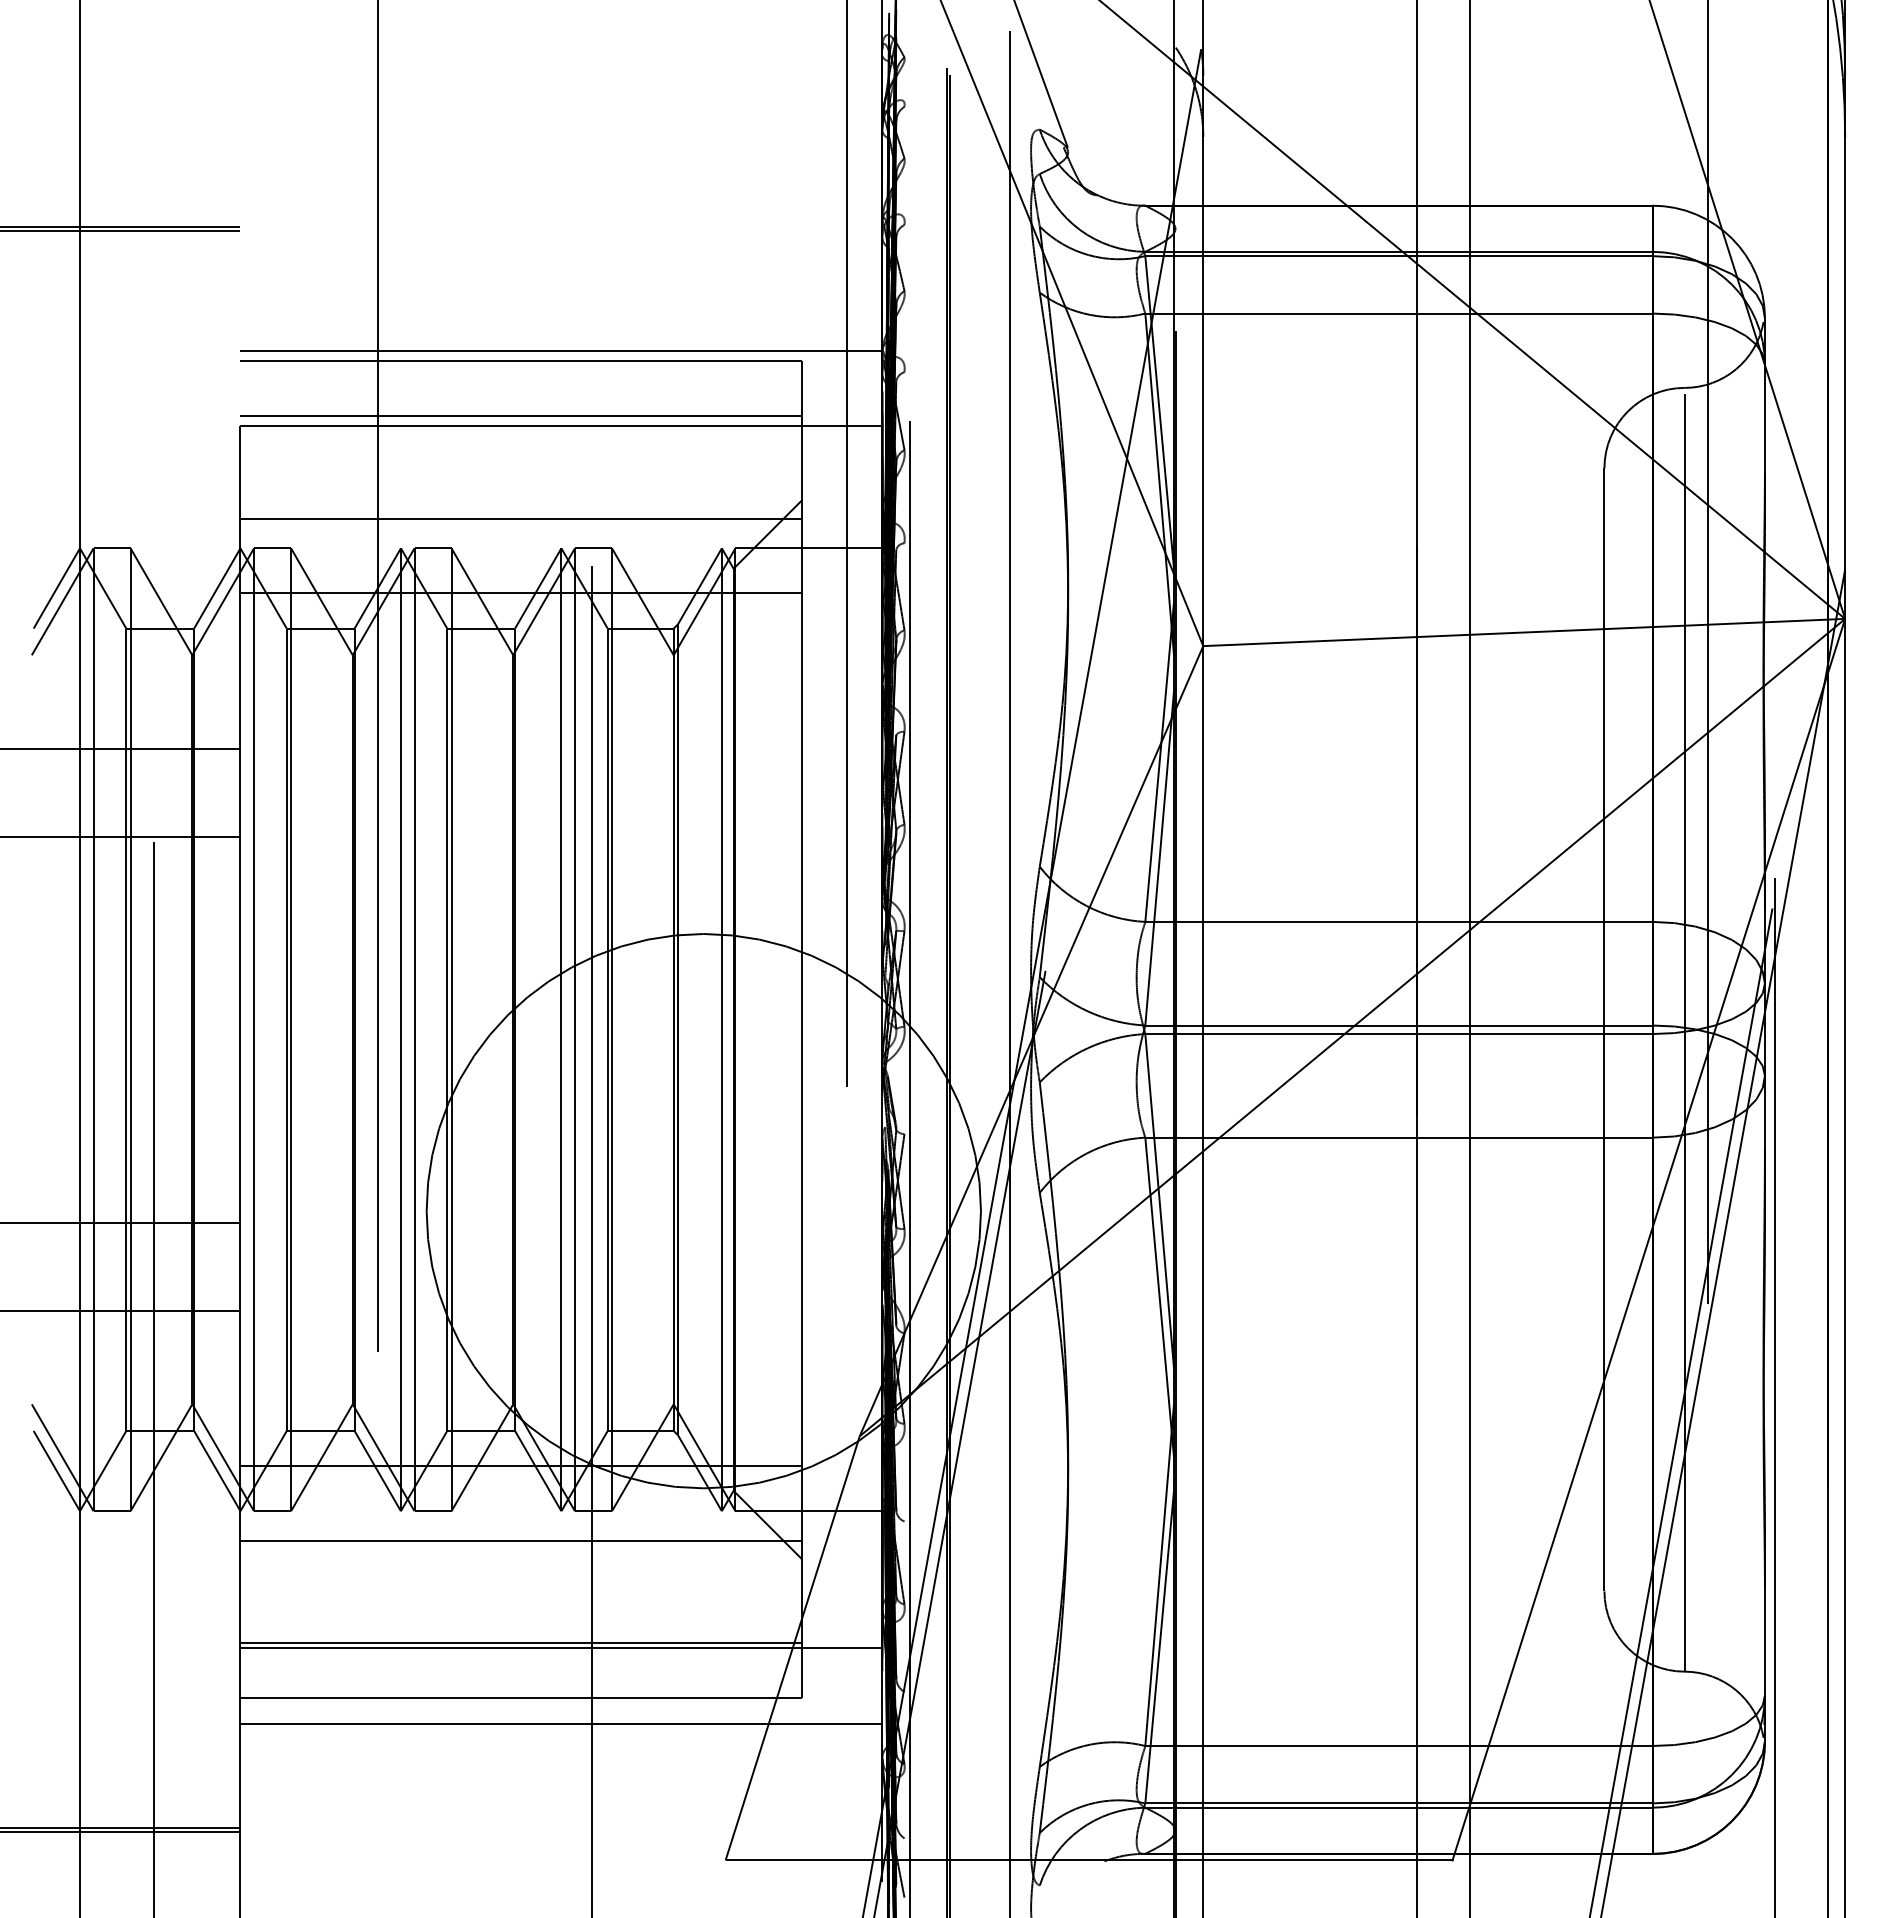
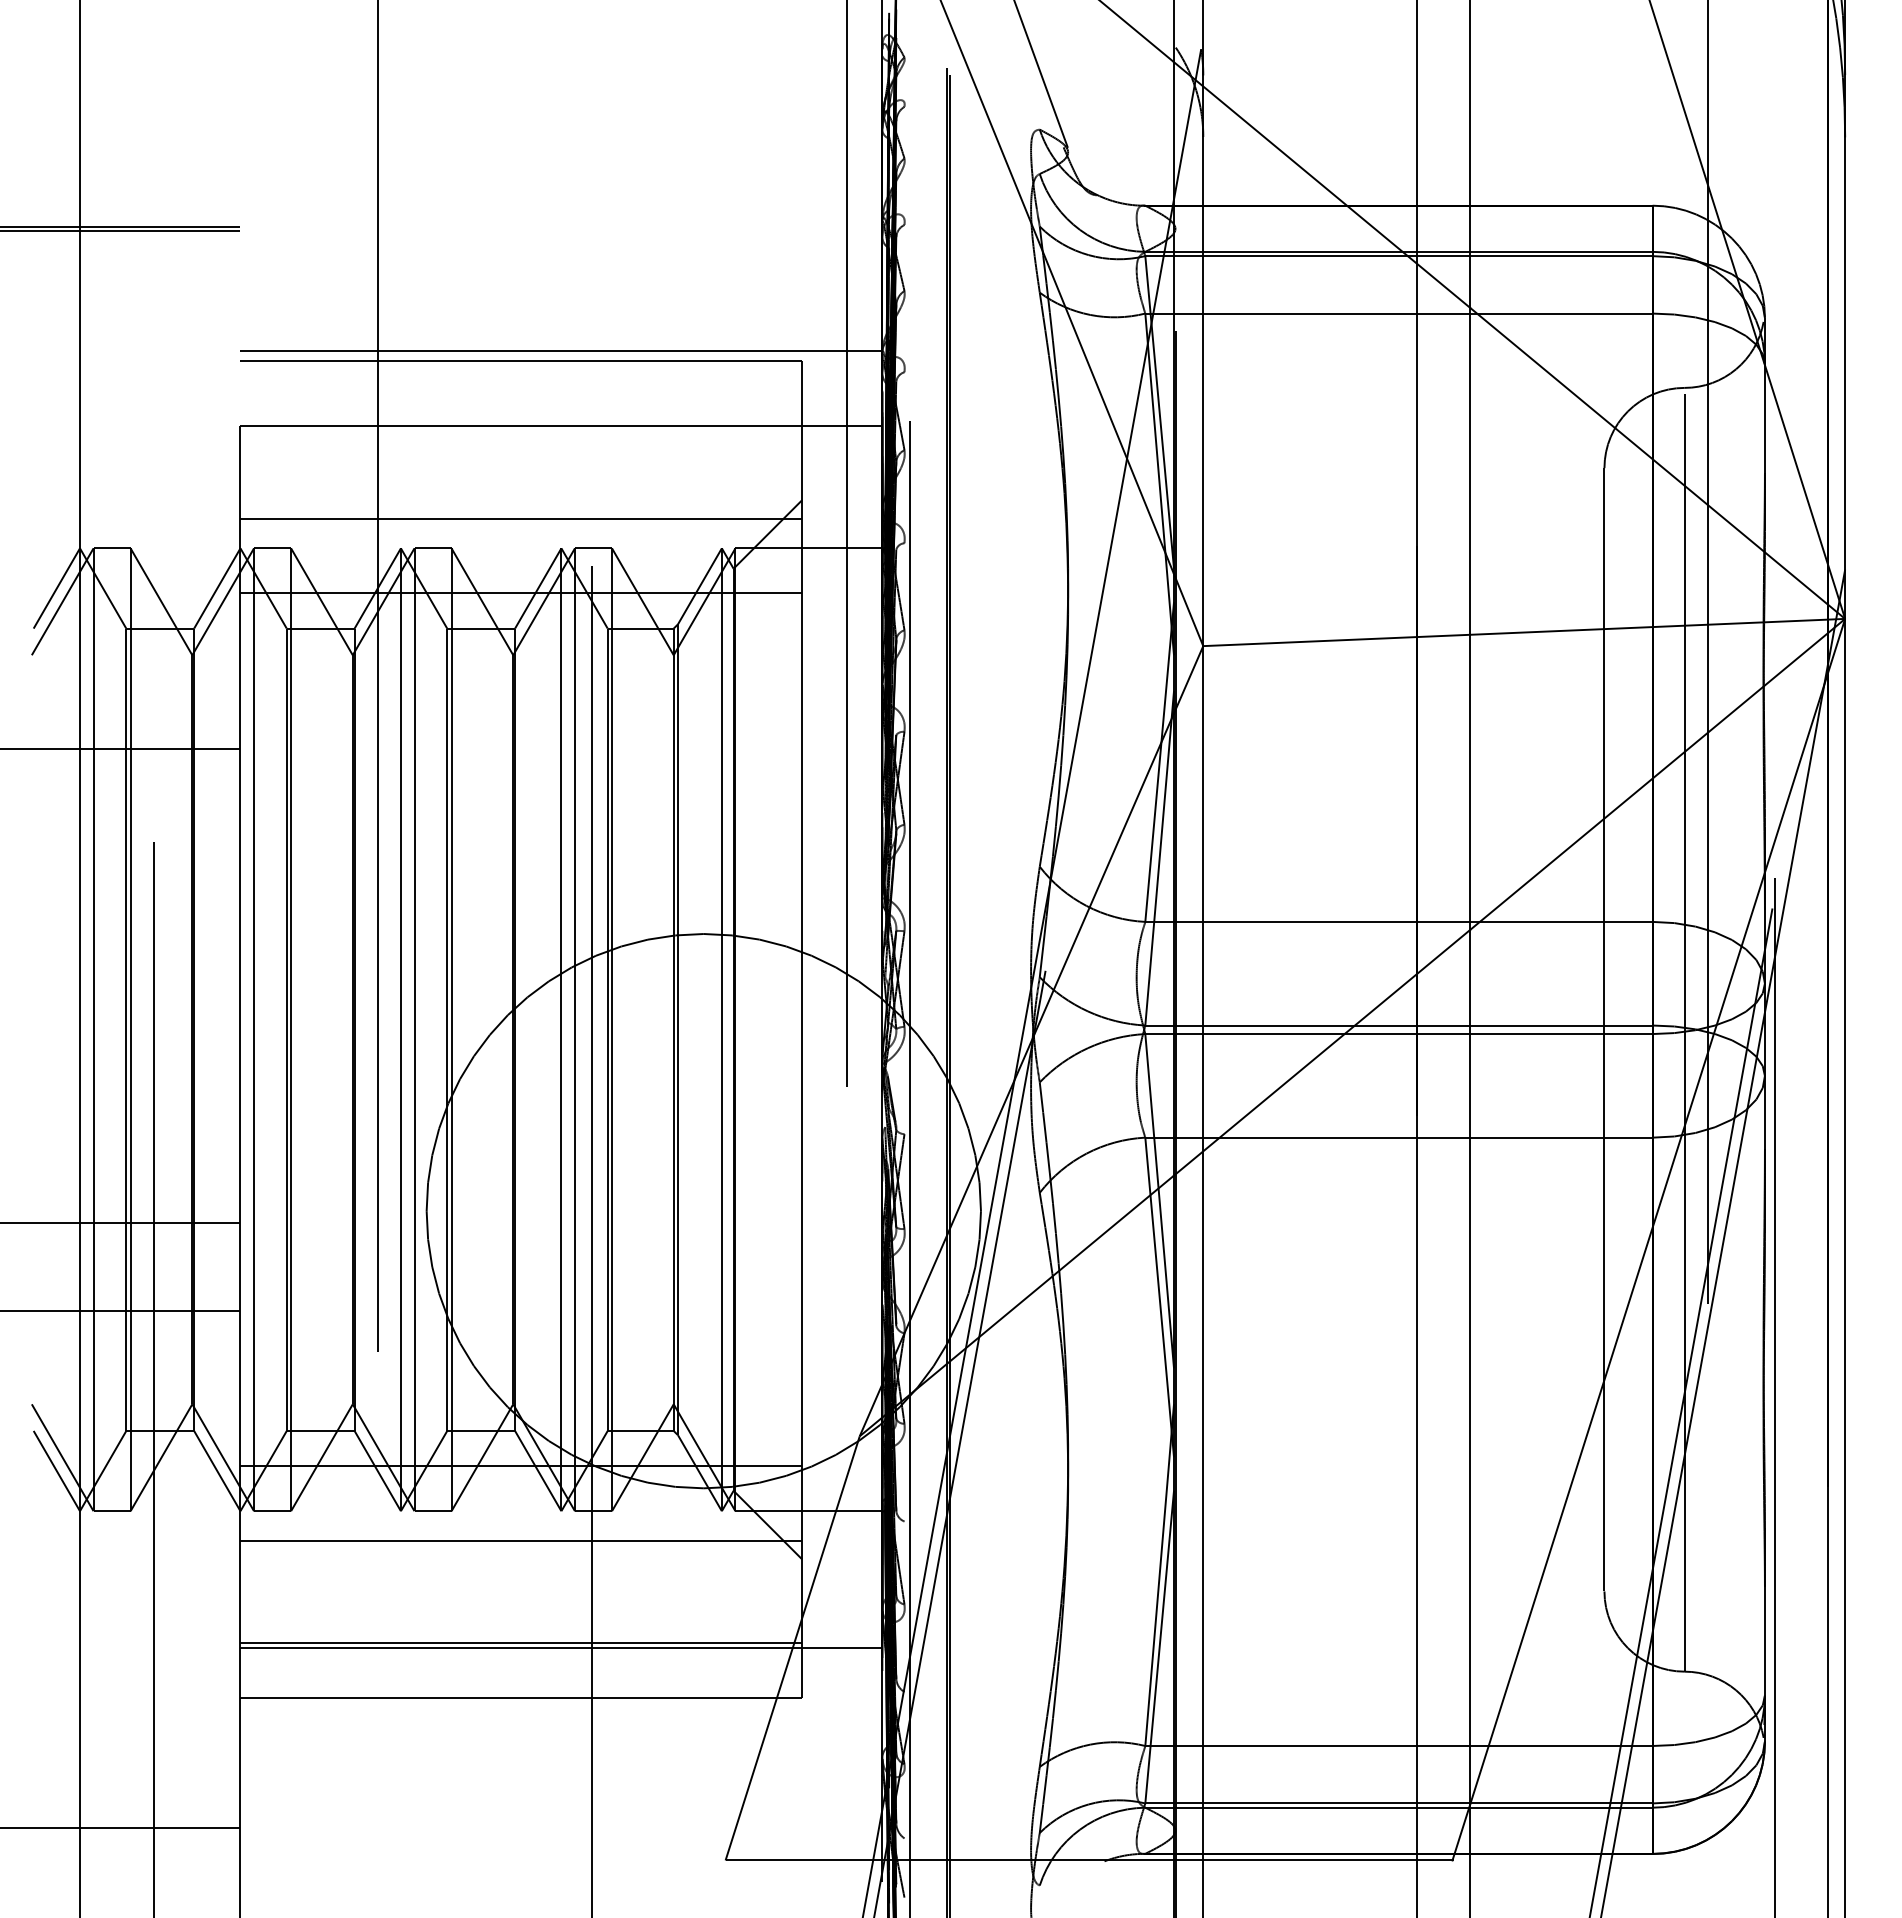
line at (521, 416): present -> none
line at (121, 836): present -> none
line at (1010, 958): present -> none
line at (561, 1723): present -> none
line at (121, 1832): present -> none
